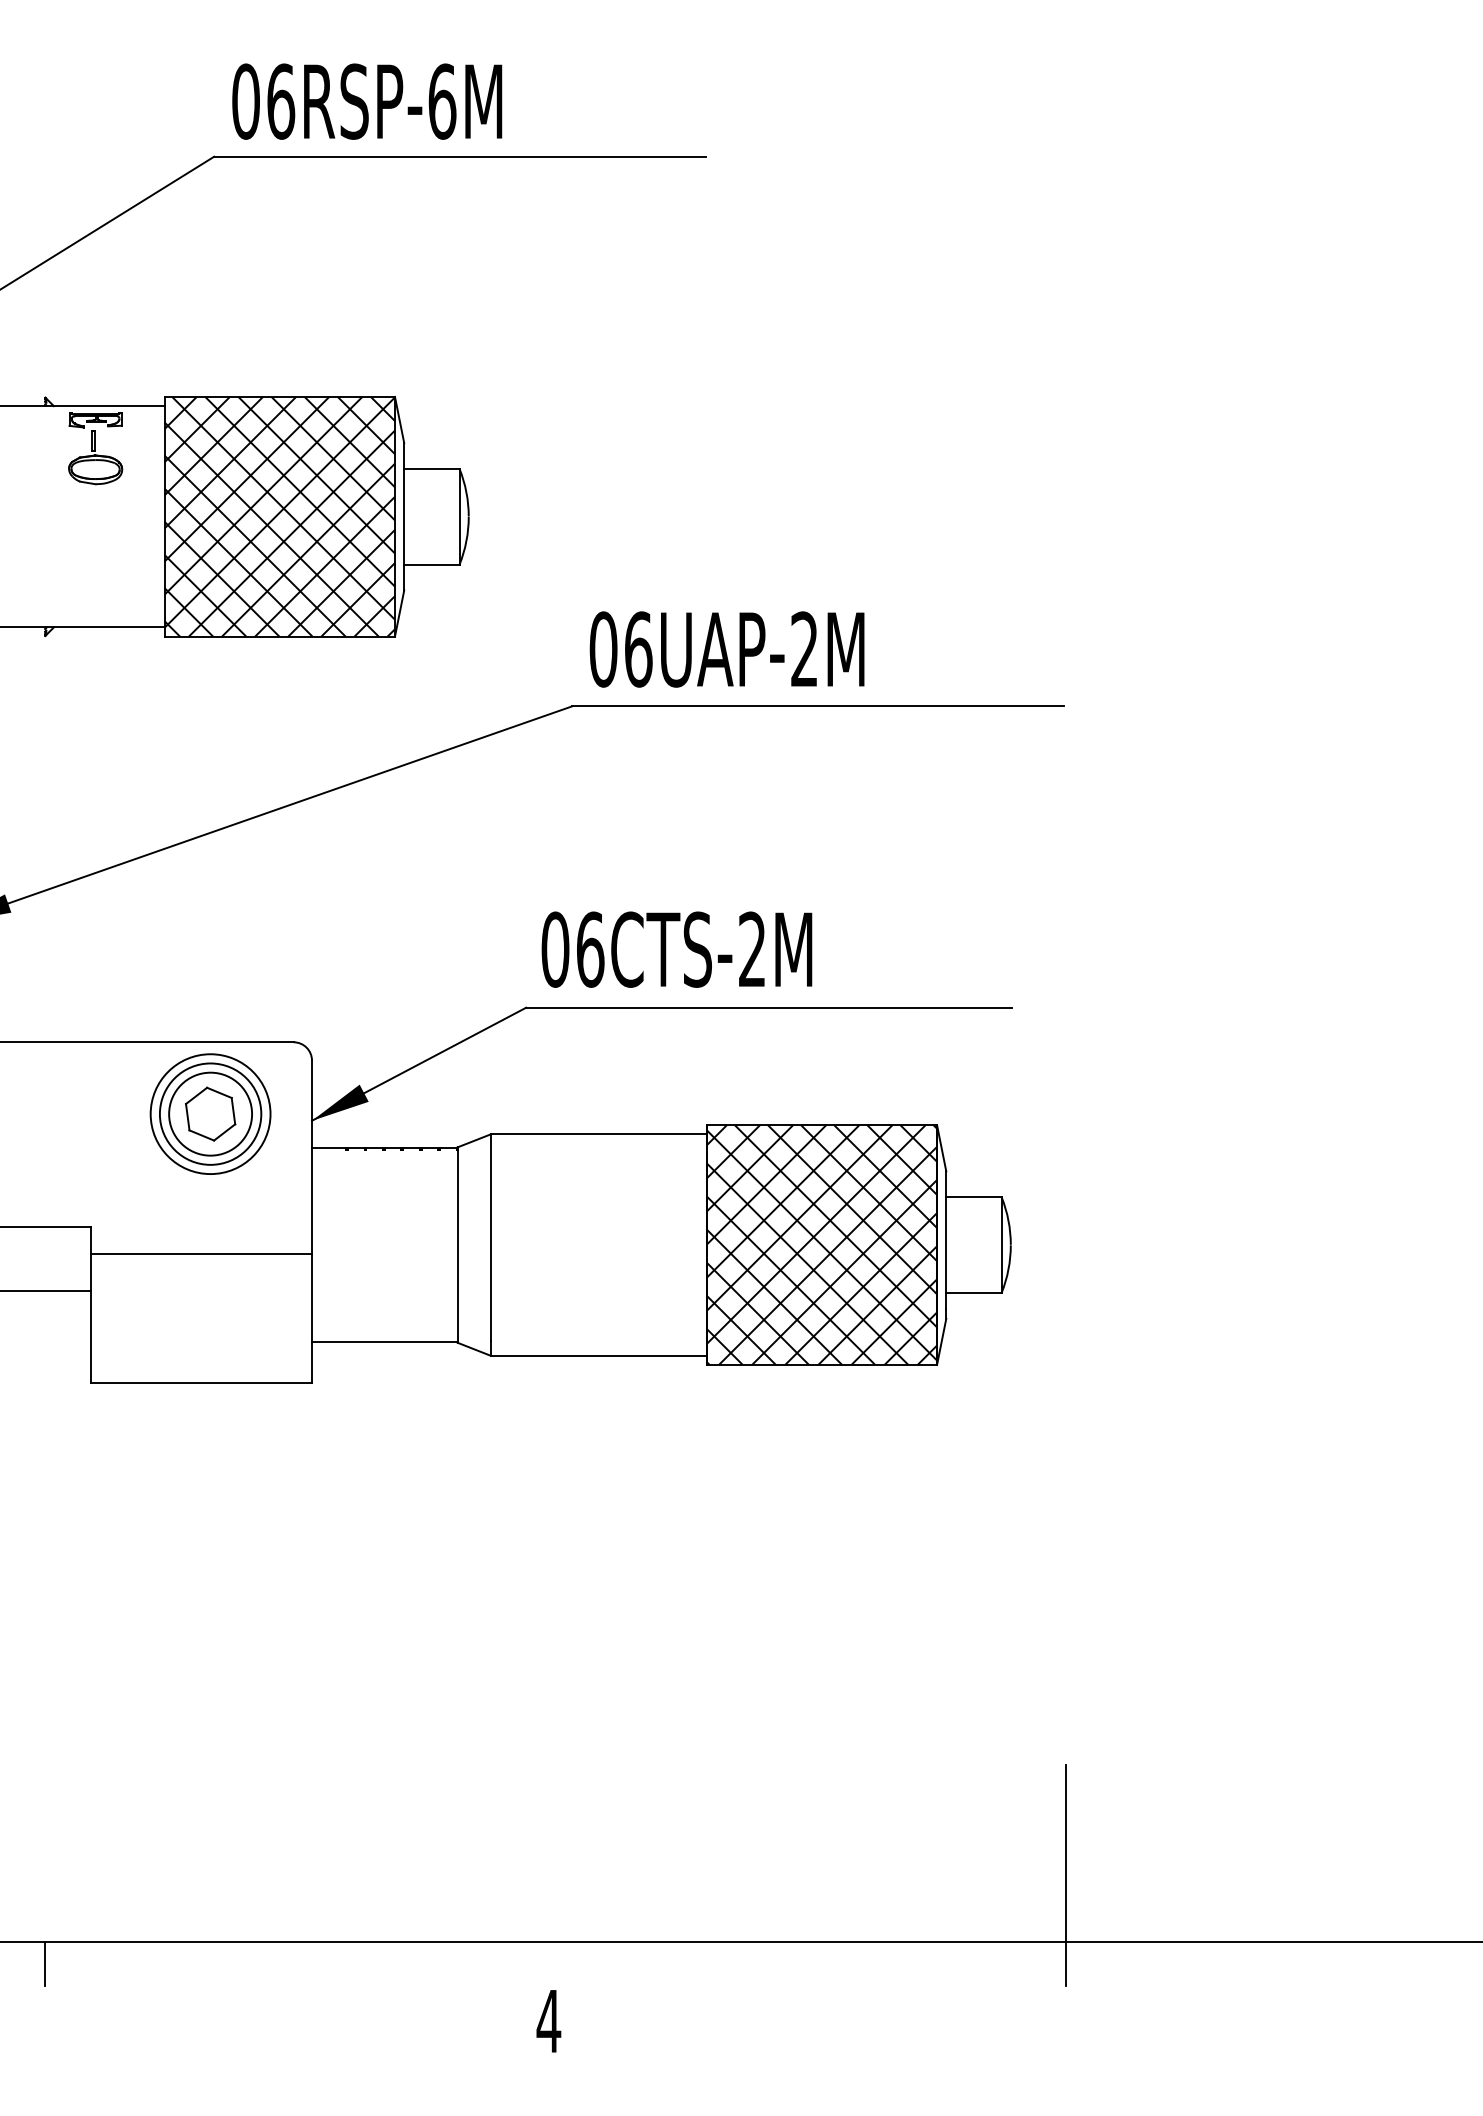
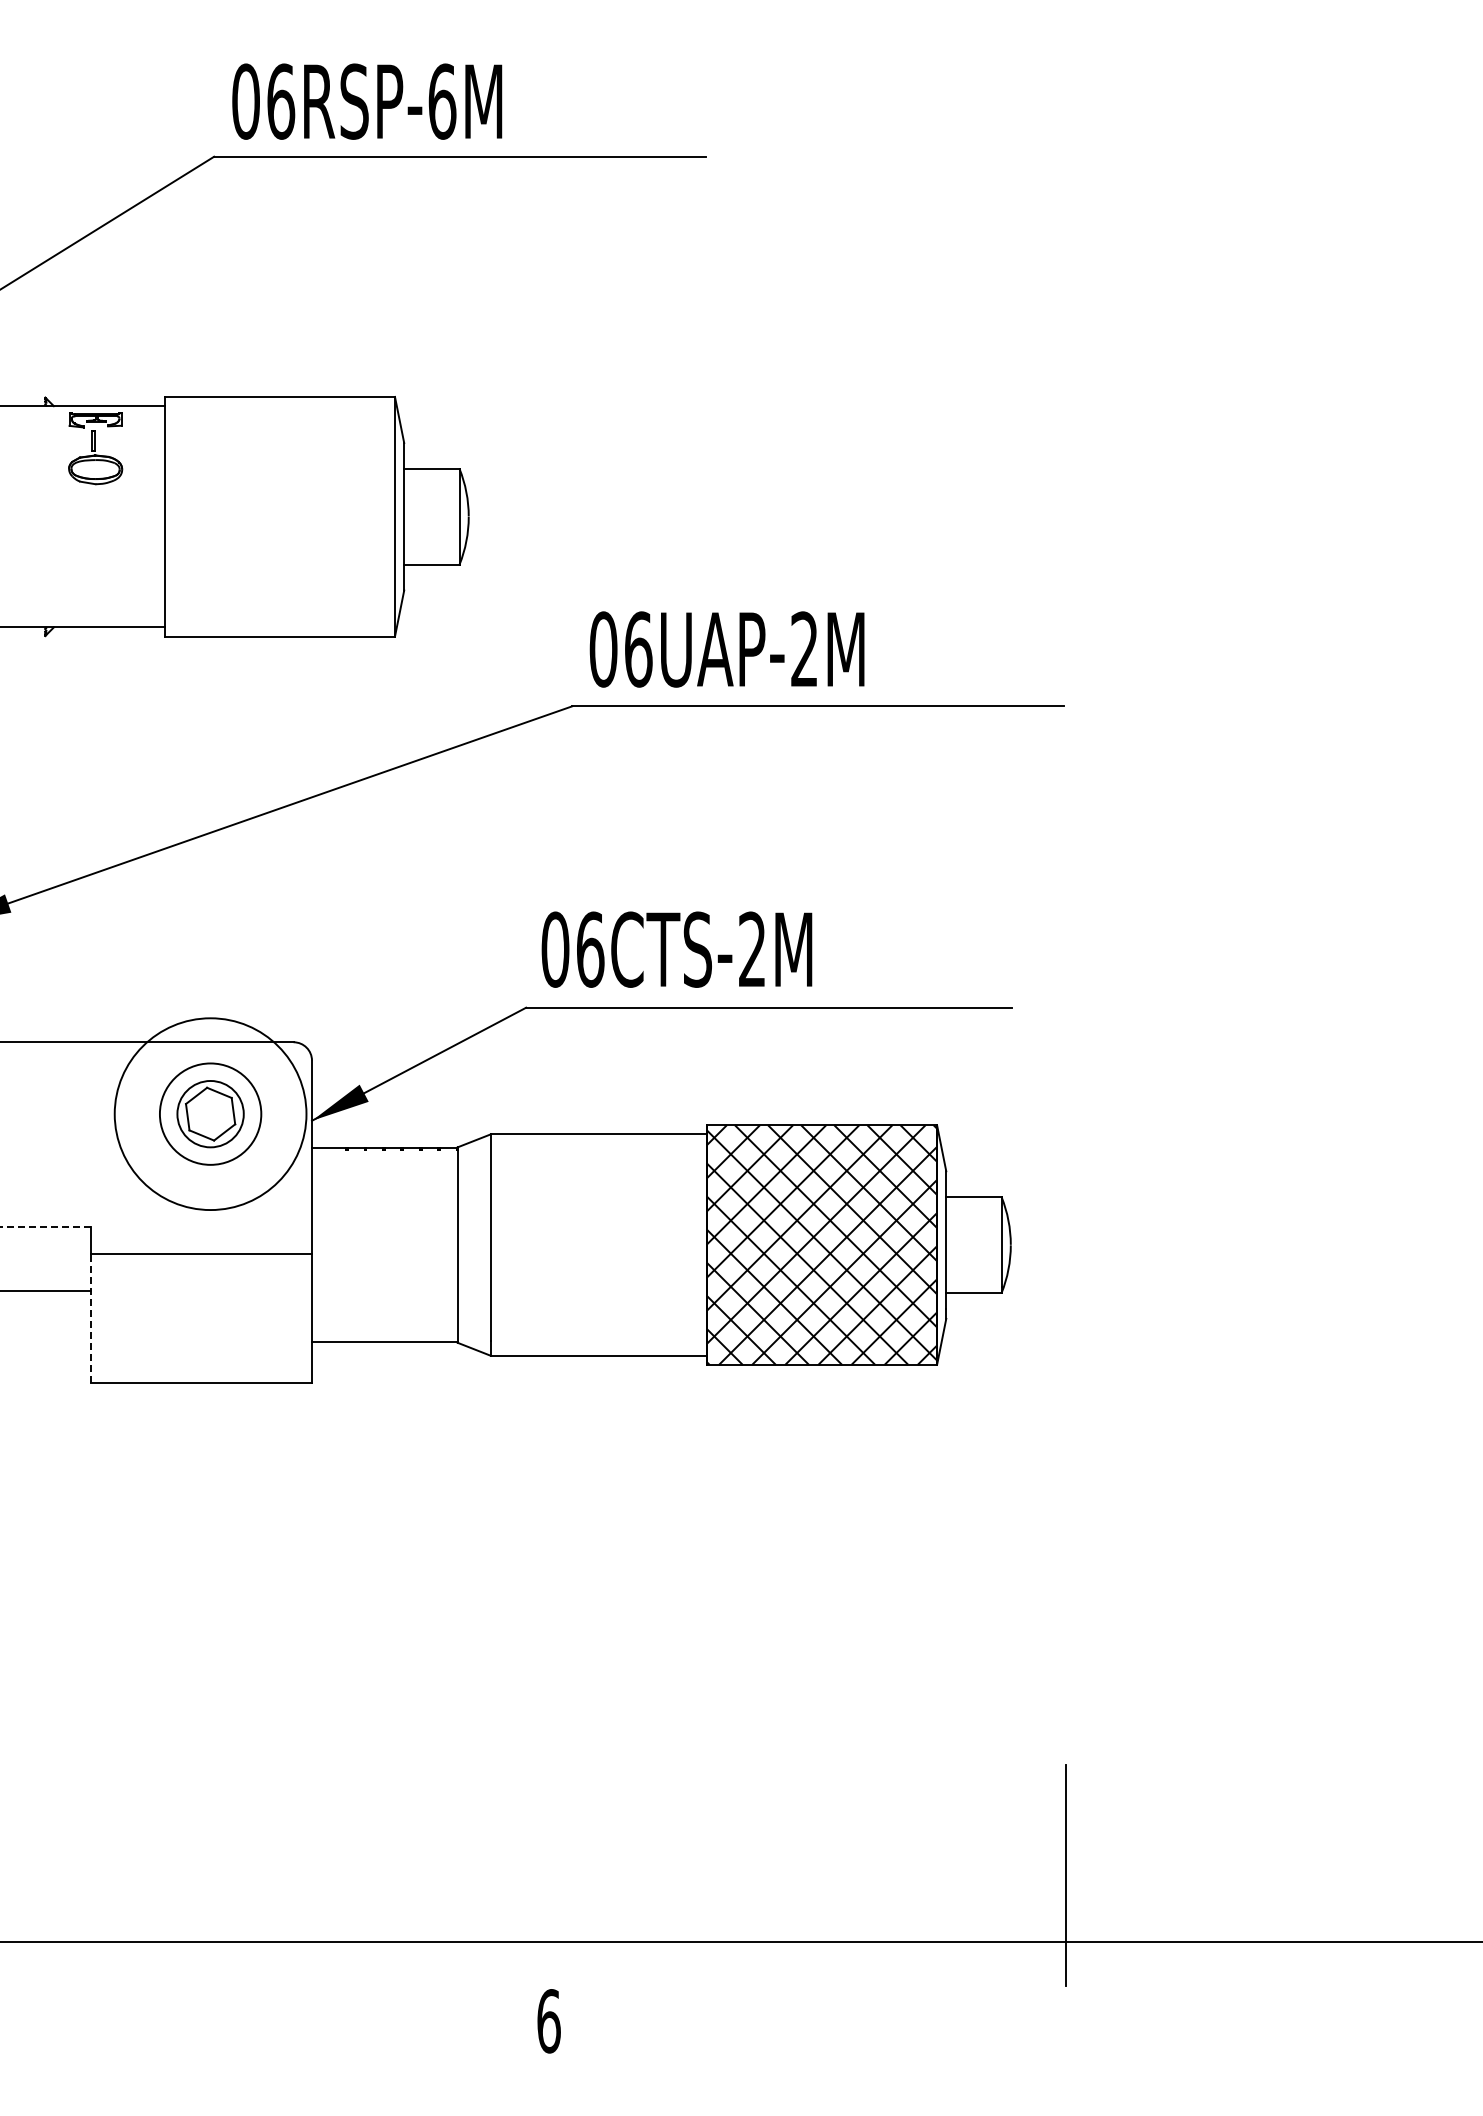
hatch at (279, 516): present -> none
circle at (210, 1113) diameter: 83 px -> 66 px
circle at (210, 1114) diameter: 120 px -> 192 px
line at (45, 1226): solid -> dashed
line at (90, 1318): solid -> dashed
line at (44, 1963): present -> none
text at (548, 2021): 4 -> 6
